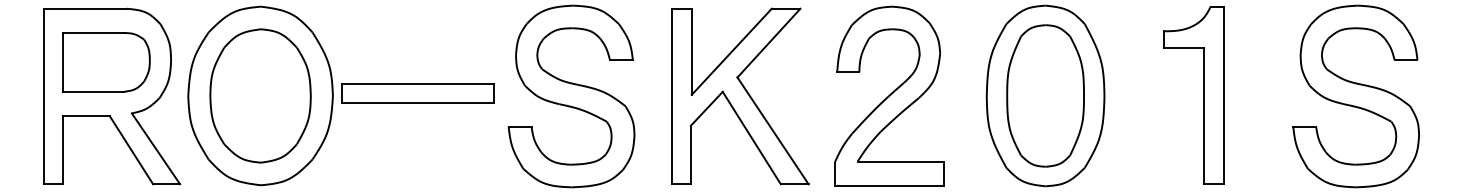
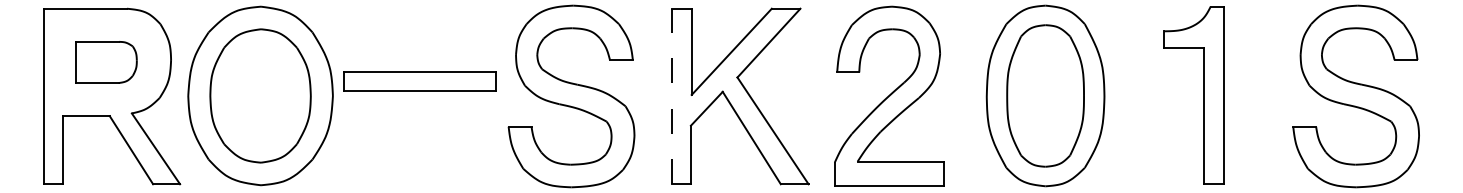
part at (106, 62) size: 89x61 px -> 63x43 px
part at (417, 93) position: (417, 93) -> (419, 81)
line at (671, 96): solid -> dashed
